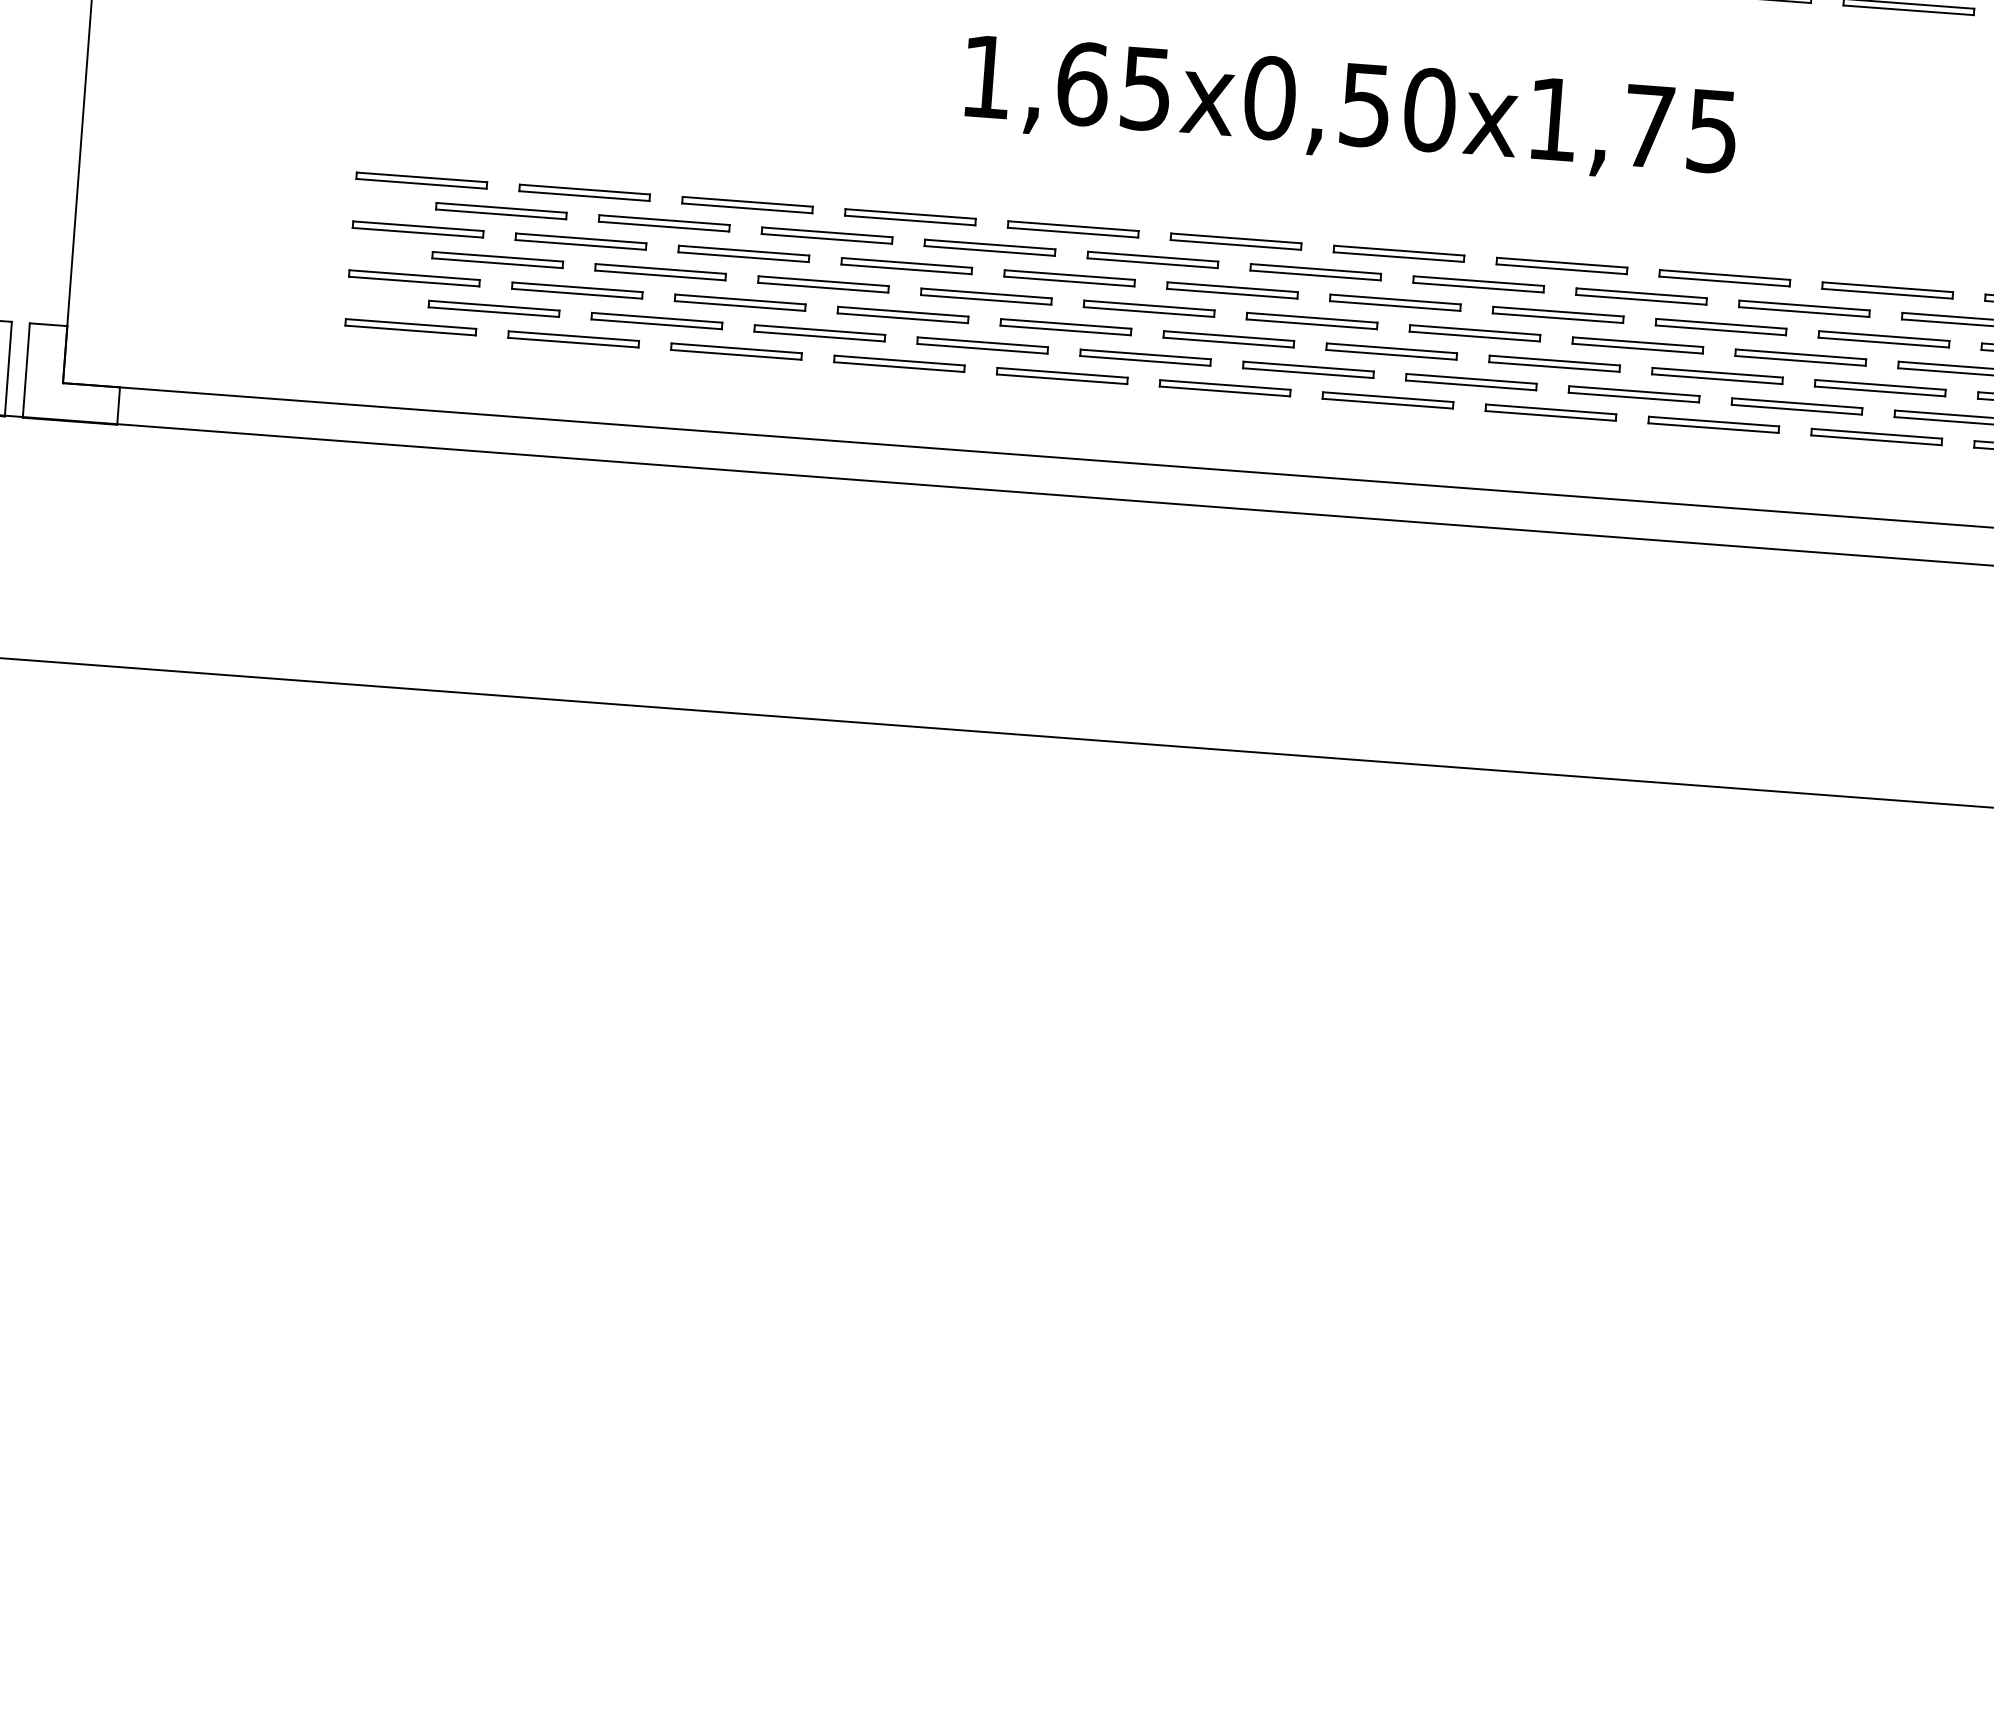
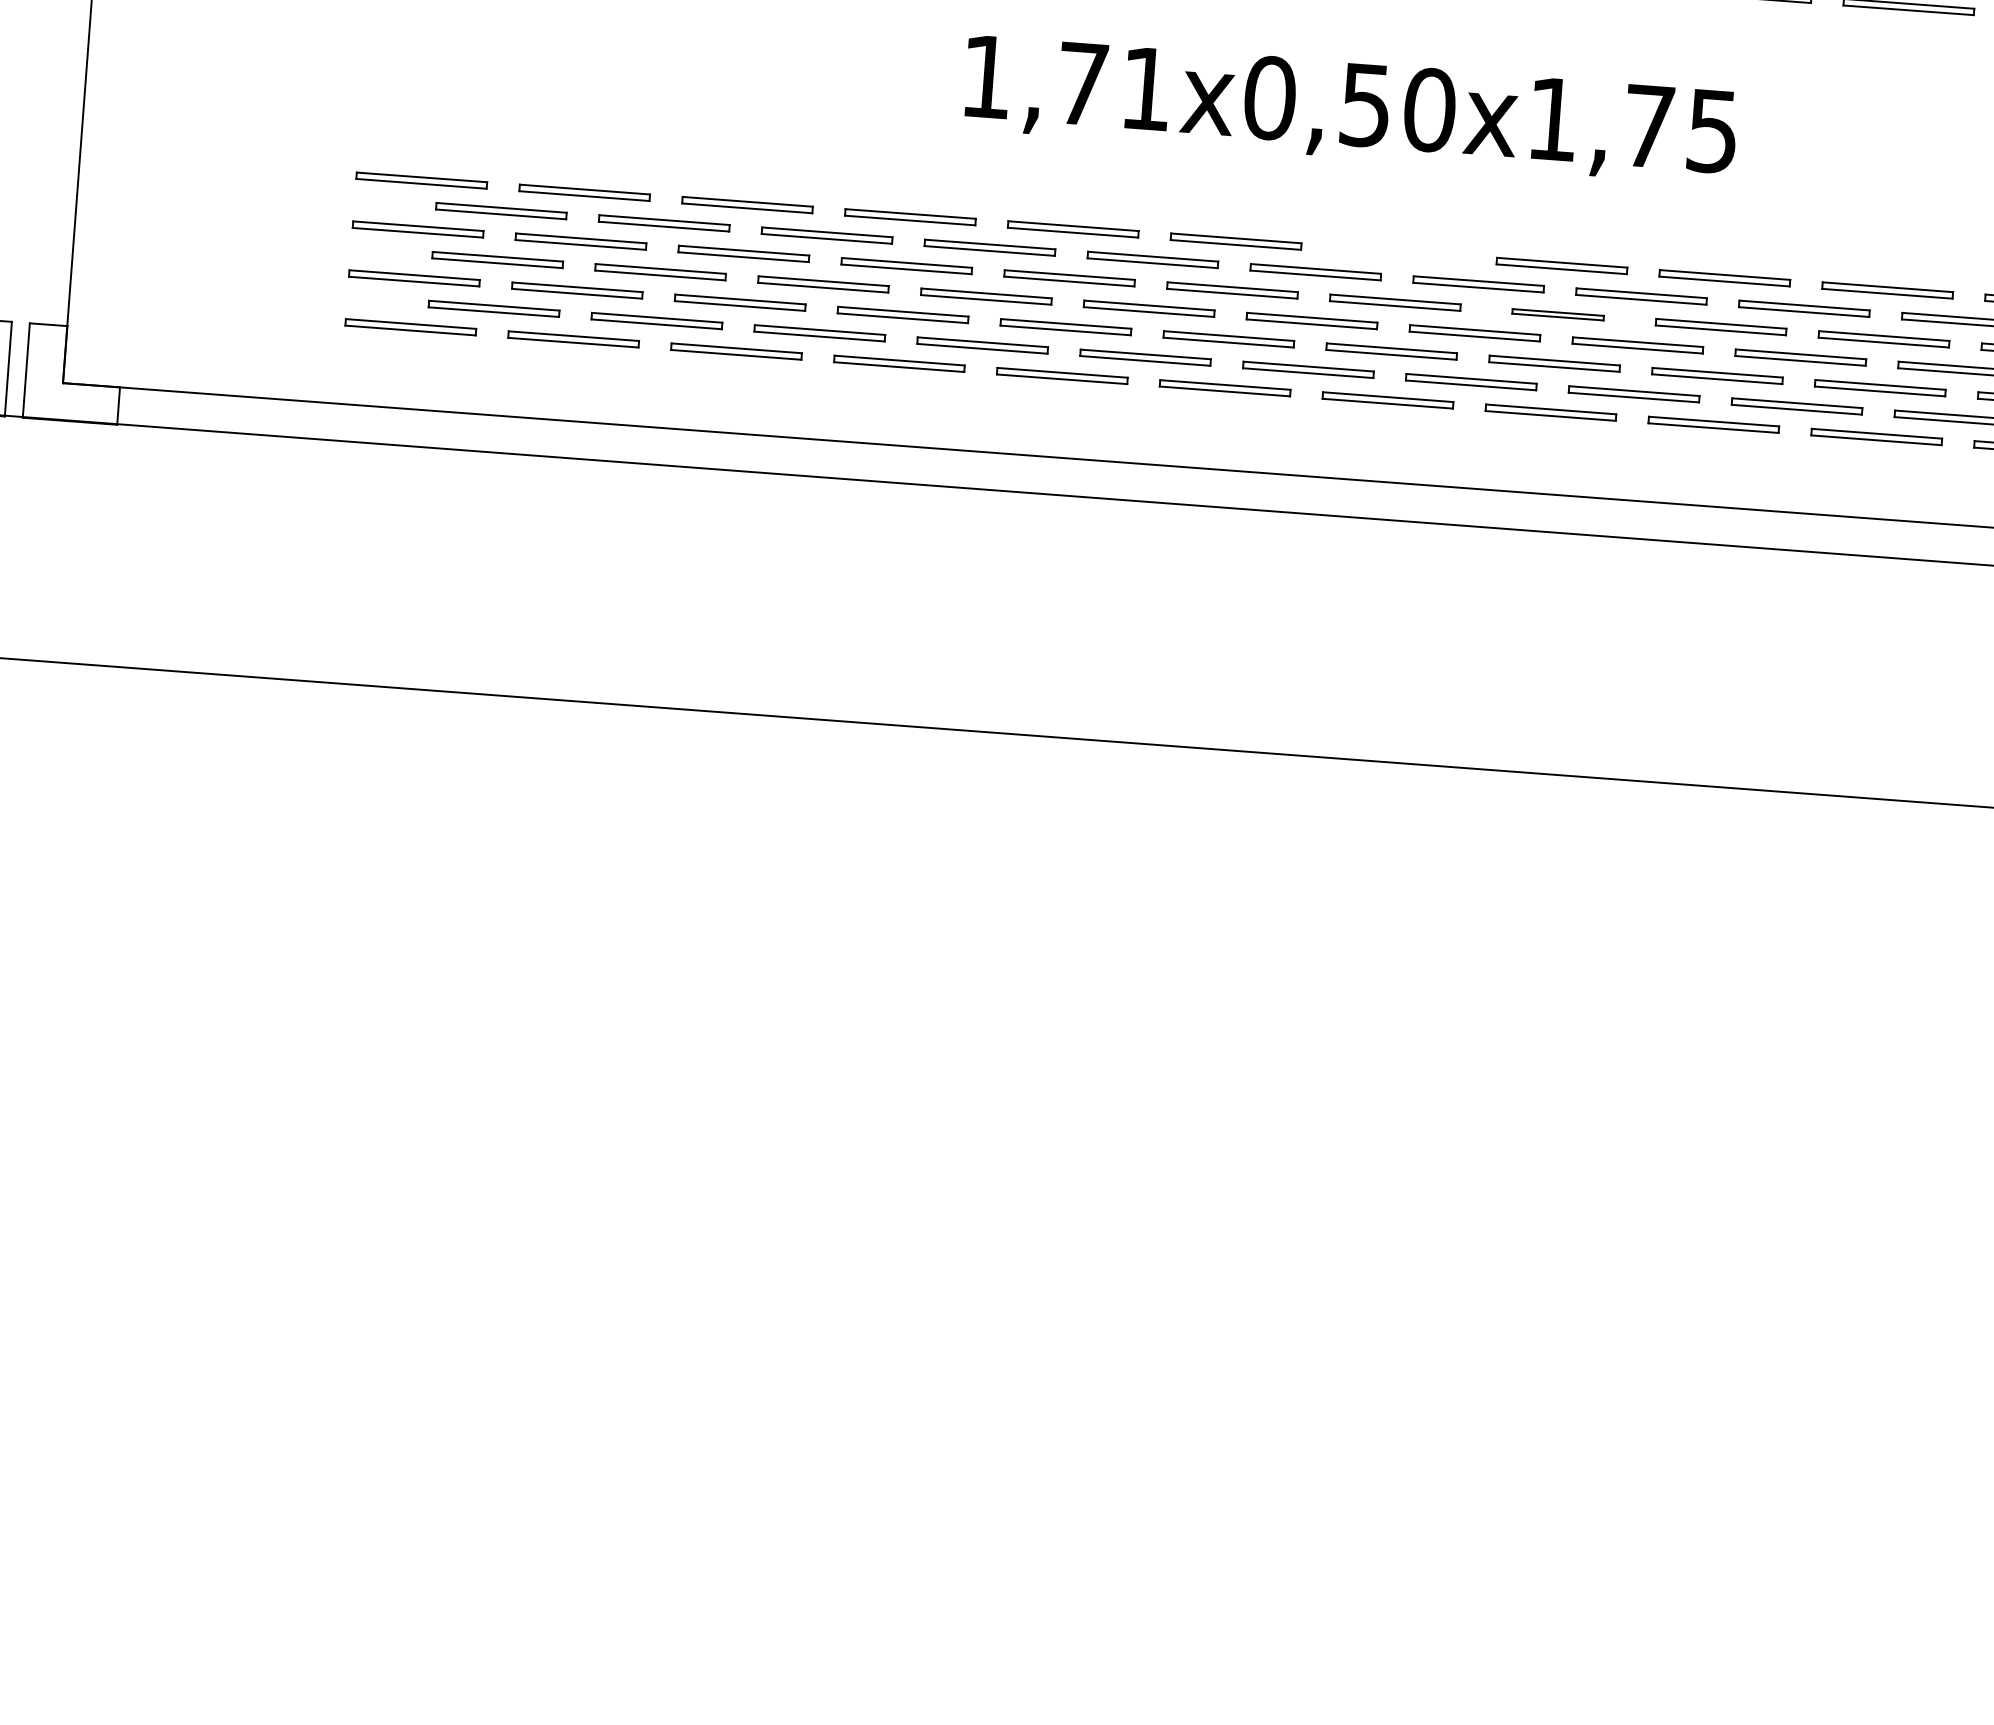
text at (1112, 86): 1,65x0,50x1,75 -> 1,71x0,50x1,75
part at (1398, 253): present -> none
part at (1557, 314) size: 134x19 px -> 94x14 px
